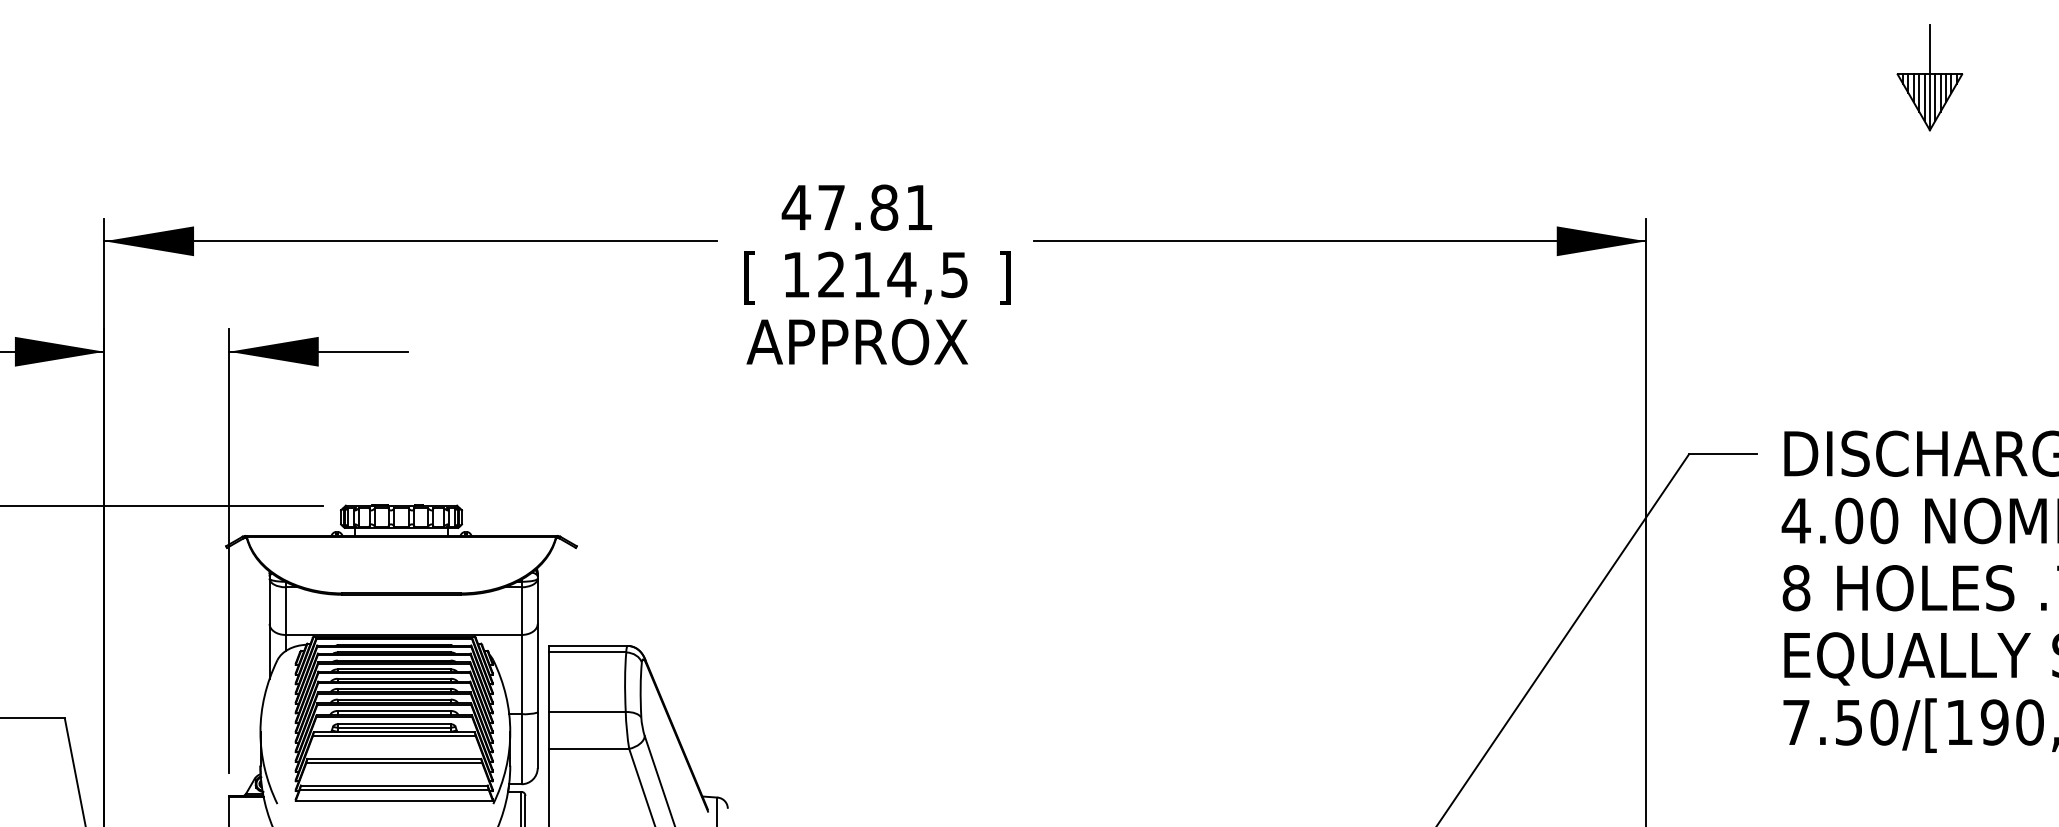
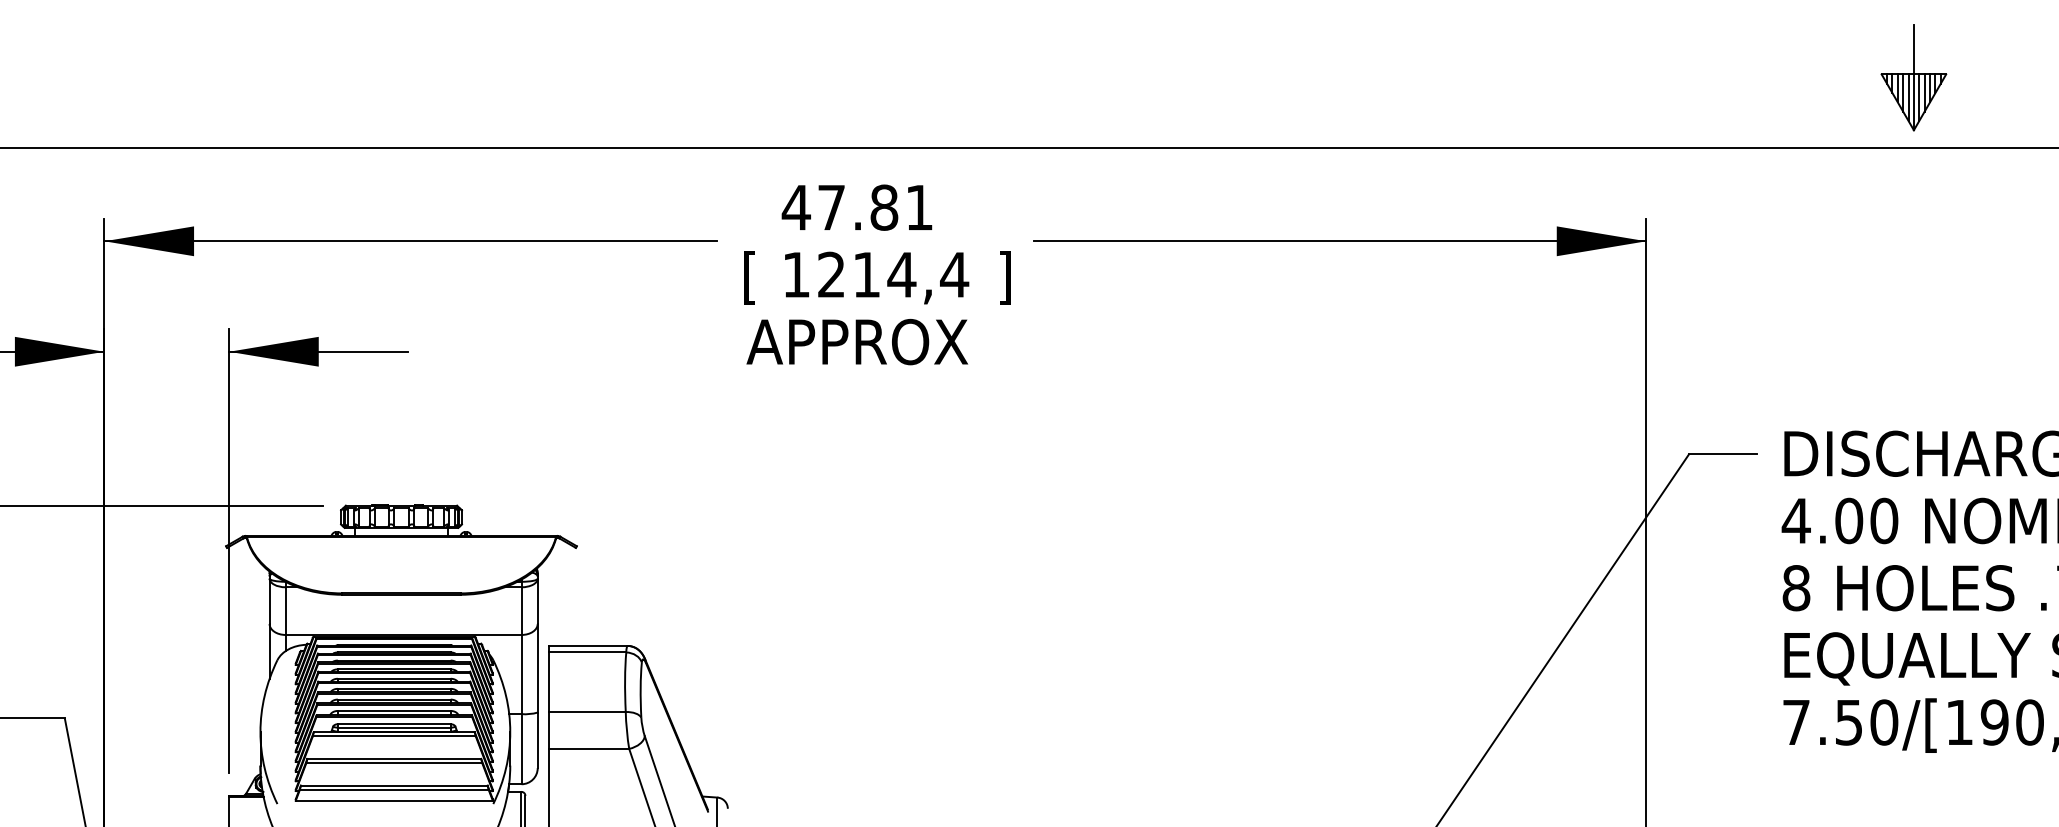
part at (1929, 77) position: (1929, 77) -> (1913, 77)
line at (1028, 148): none -> present
text at (954, 275): 1214,5 -> 1214,4
